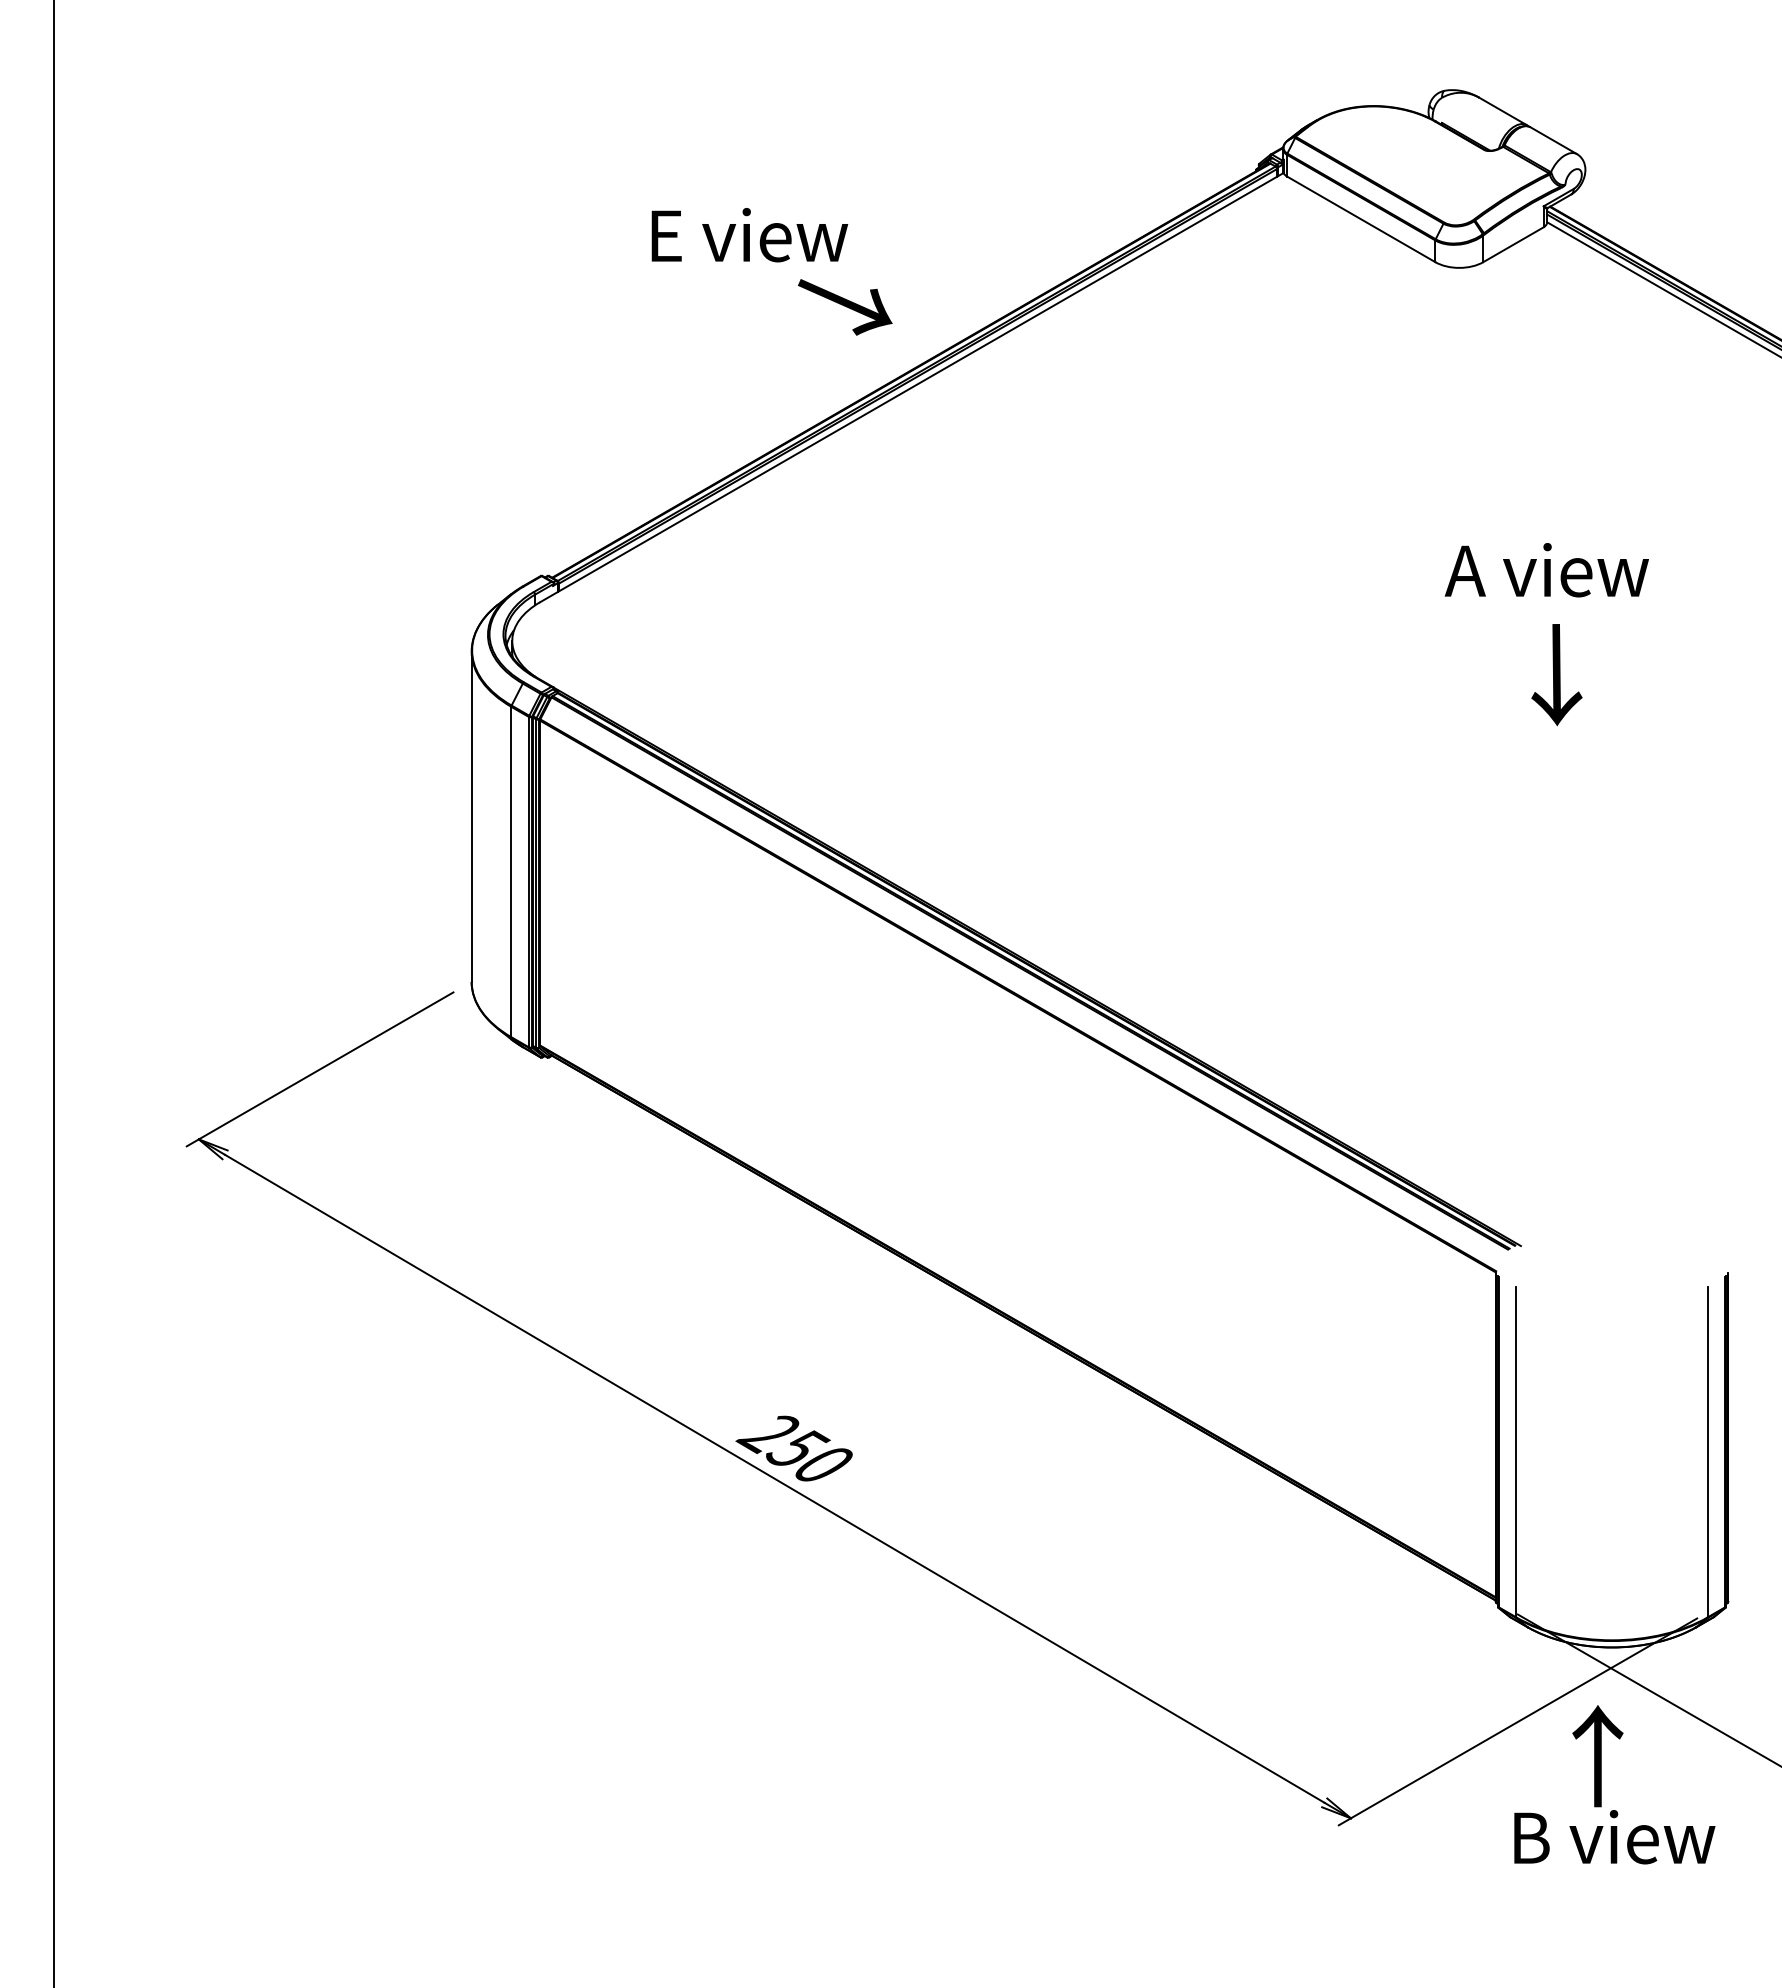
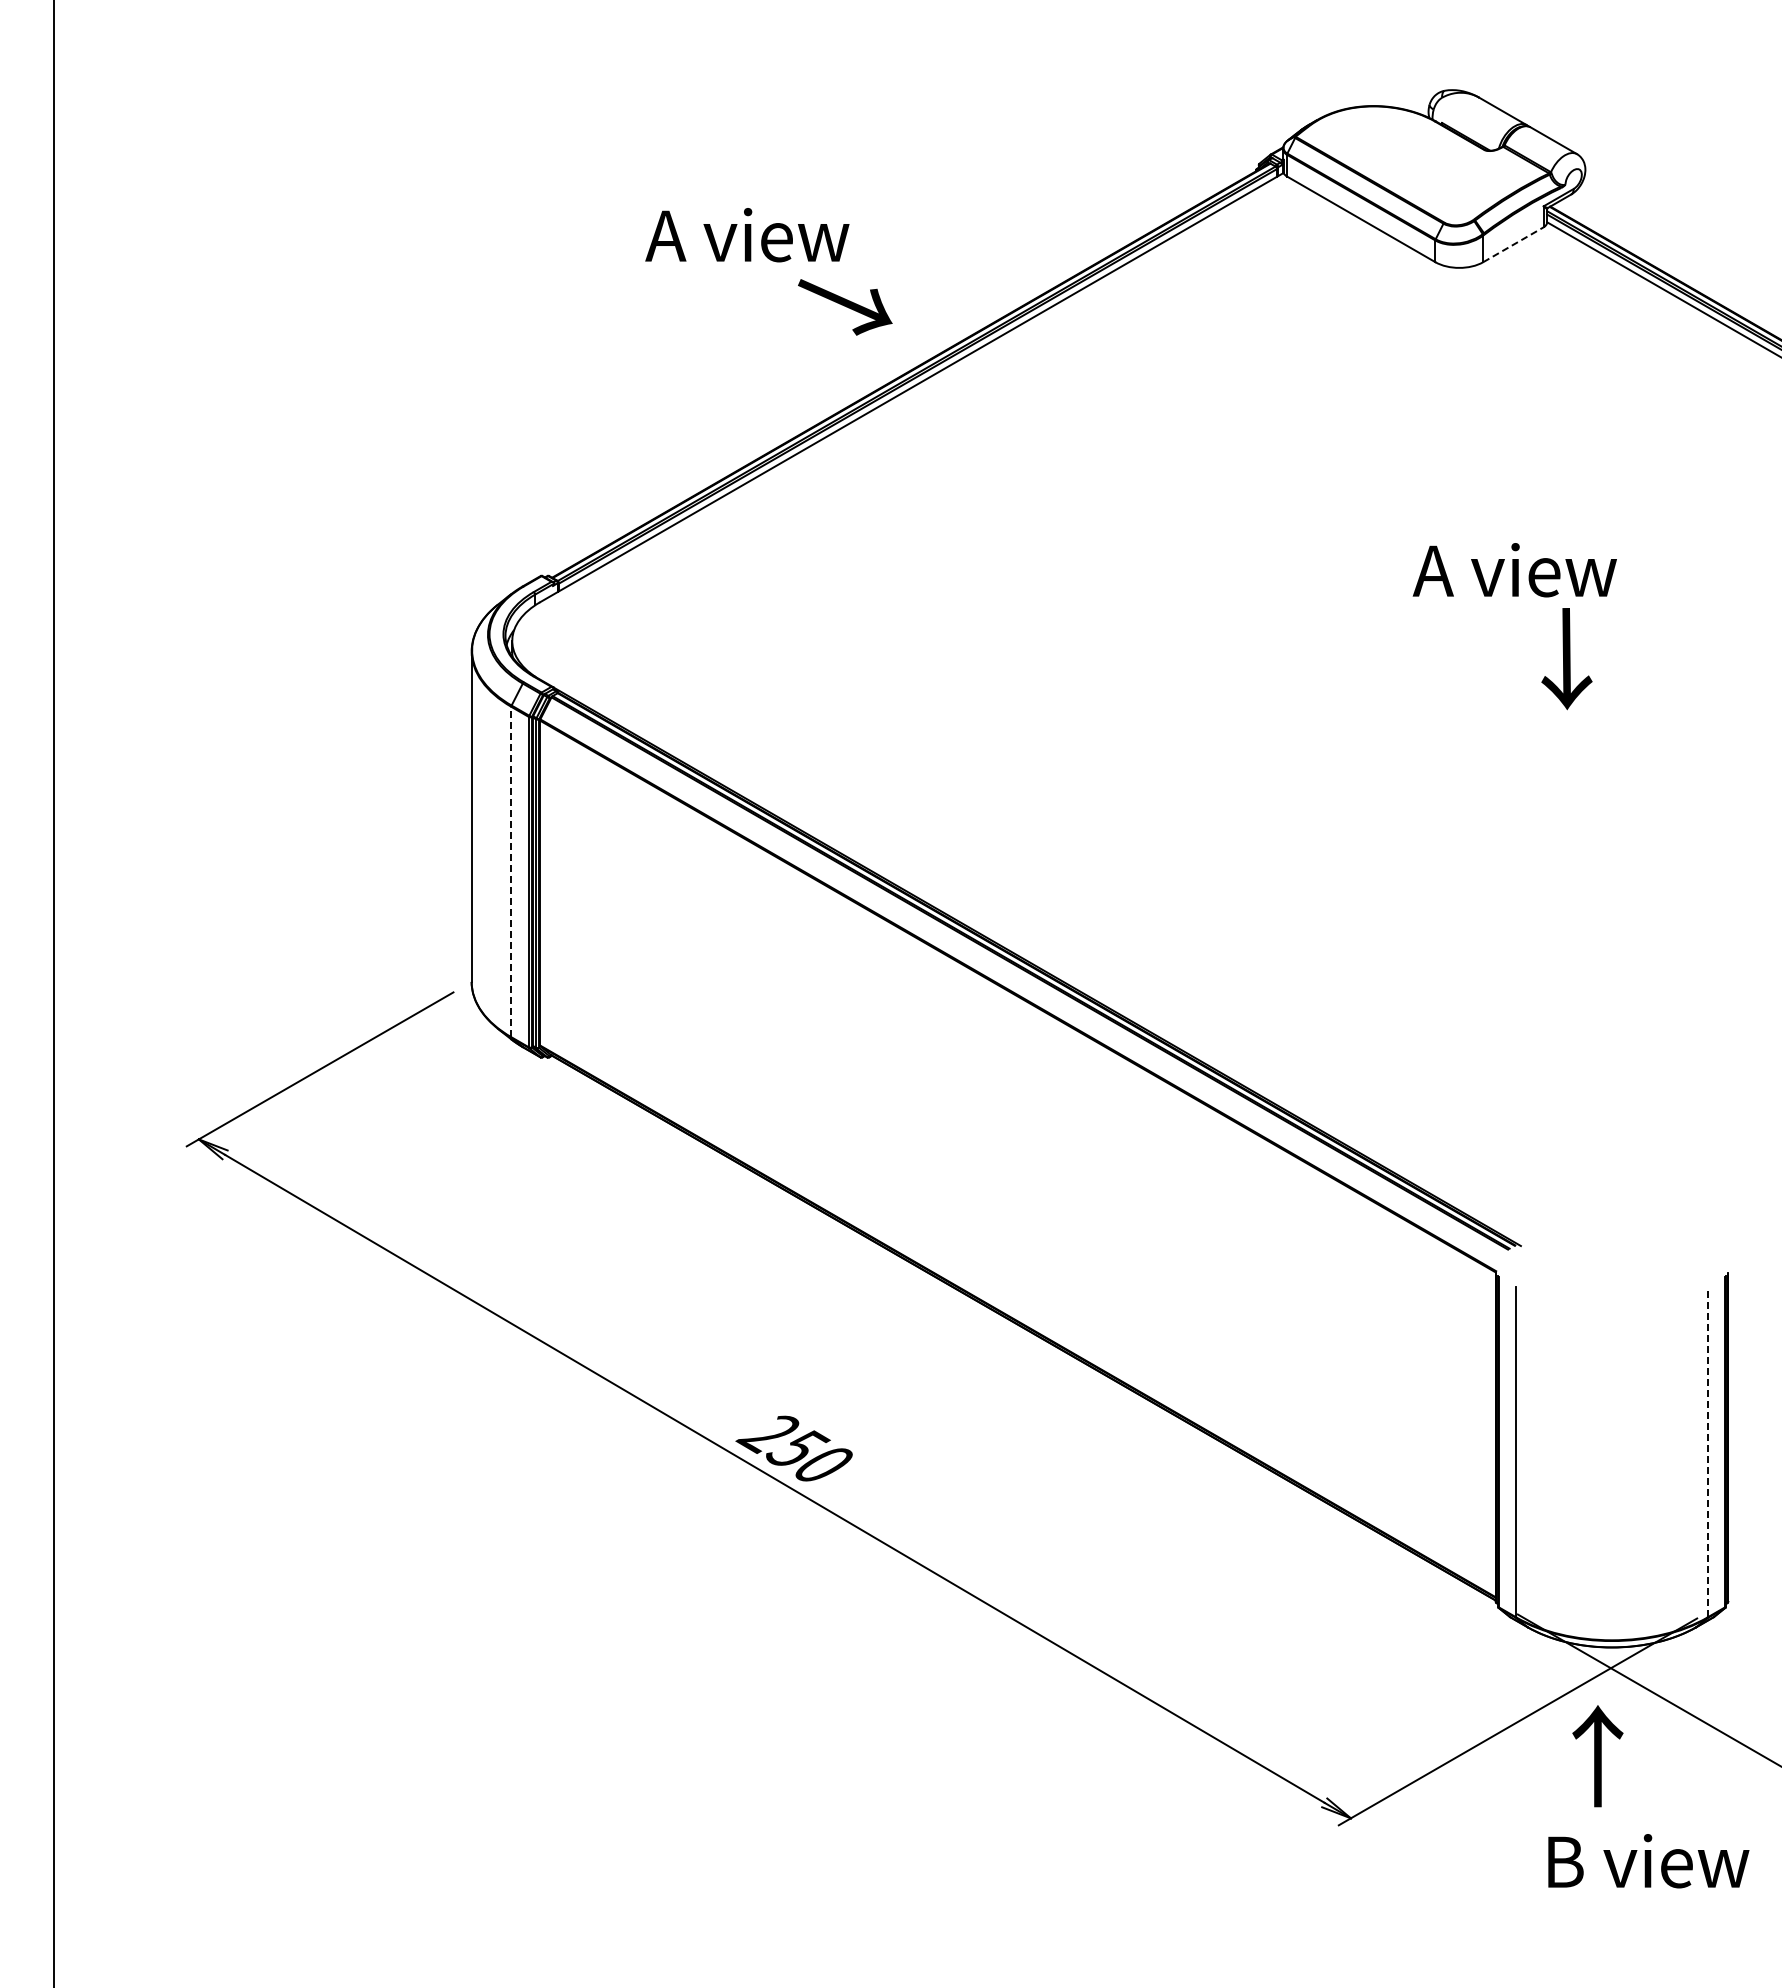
text at (747, 235): E view -> A view
line at (1513, 244): solid -> dashed
text at (1546, 570) position: (1546, 570) -> (1514, 570)
text at (1556, 675) position: (1556, 675) -> (1566, 659)
line at (511, 871): solid -> dashed
line at (1707, 1451): solid -> dashed
text at (1614, 1837) position: (1614, 1837) -> (1648, 1861)
